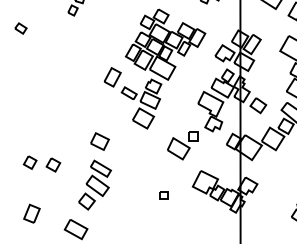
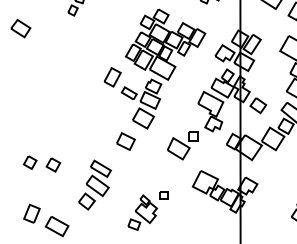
part at (20, 28) size: 14x13 px -> 22x21 px
part at (99, 141) position: (99, 141) -> (125, 141)
part at (142, 212): none -> present
part at (75, 229) position: (75, 229) -> (56, 226)
